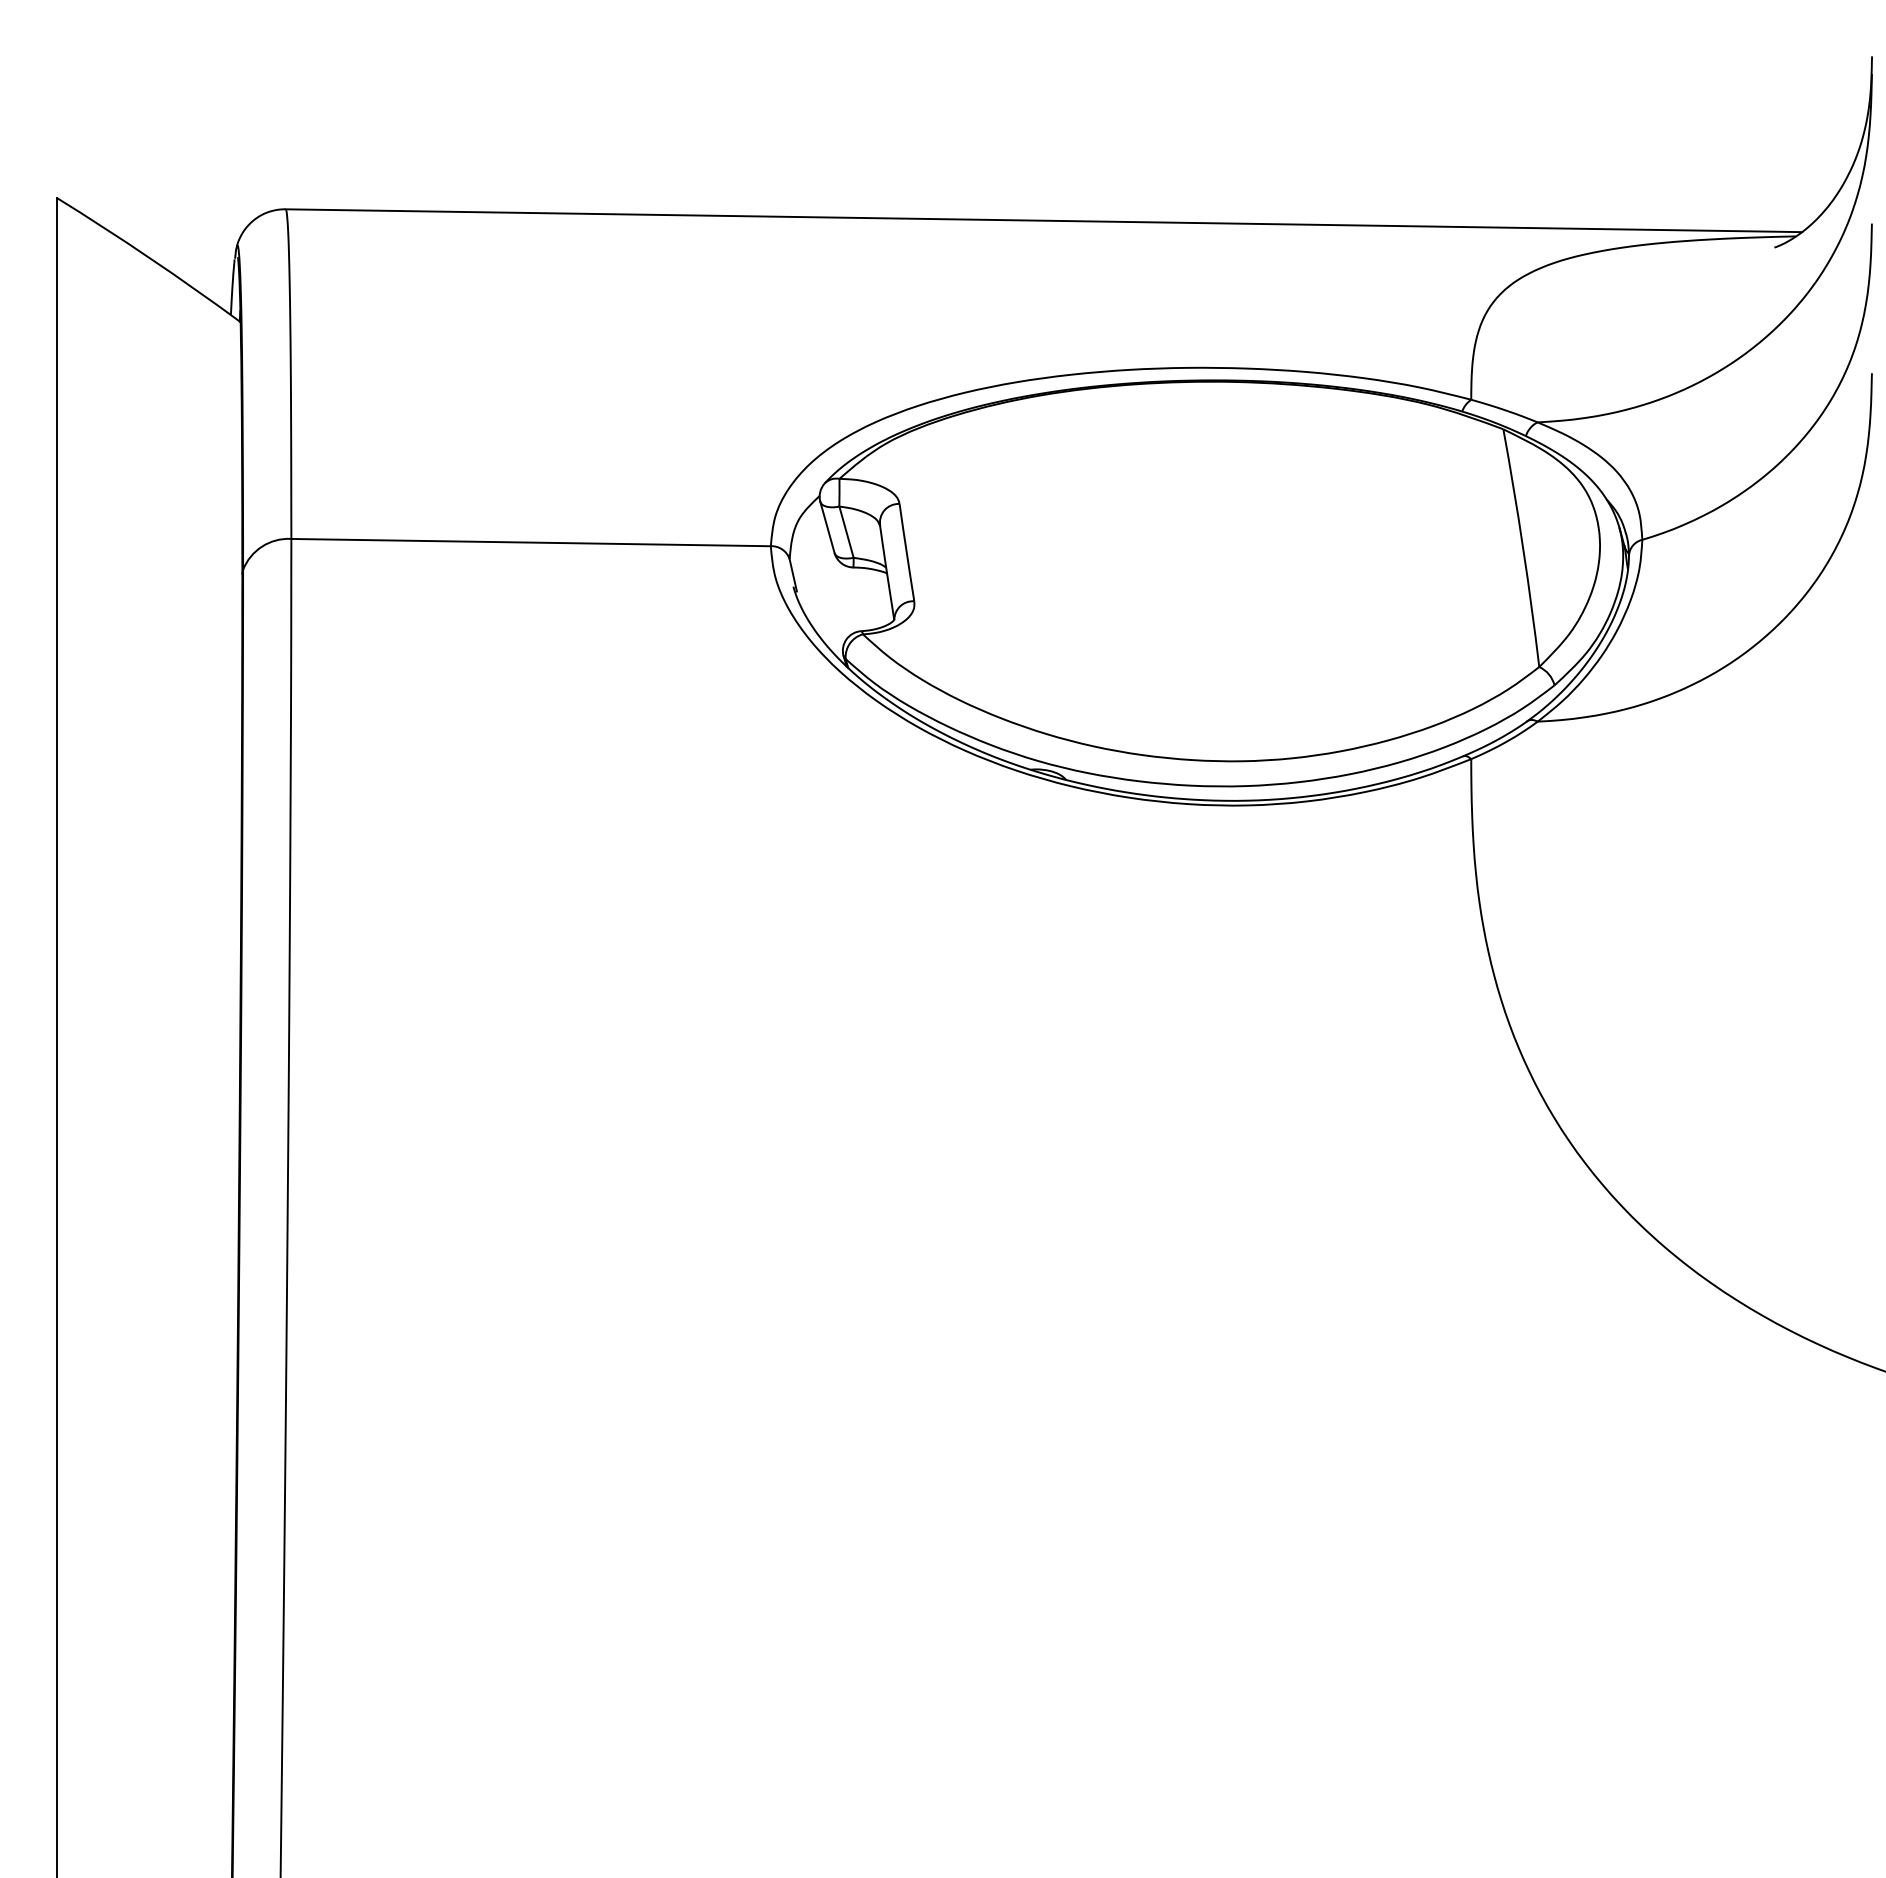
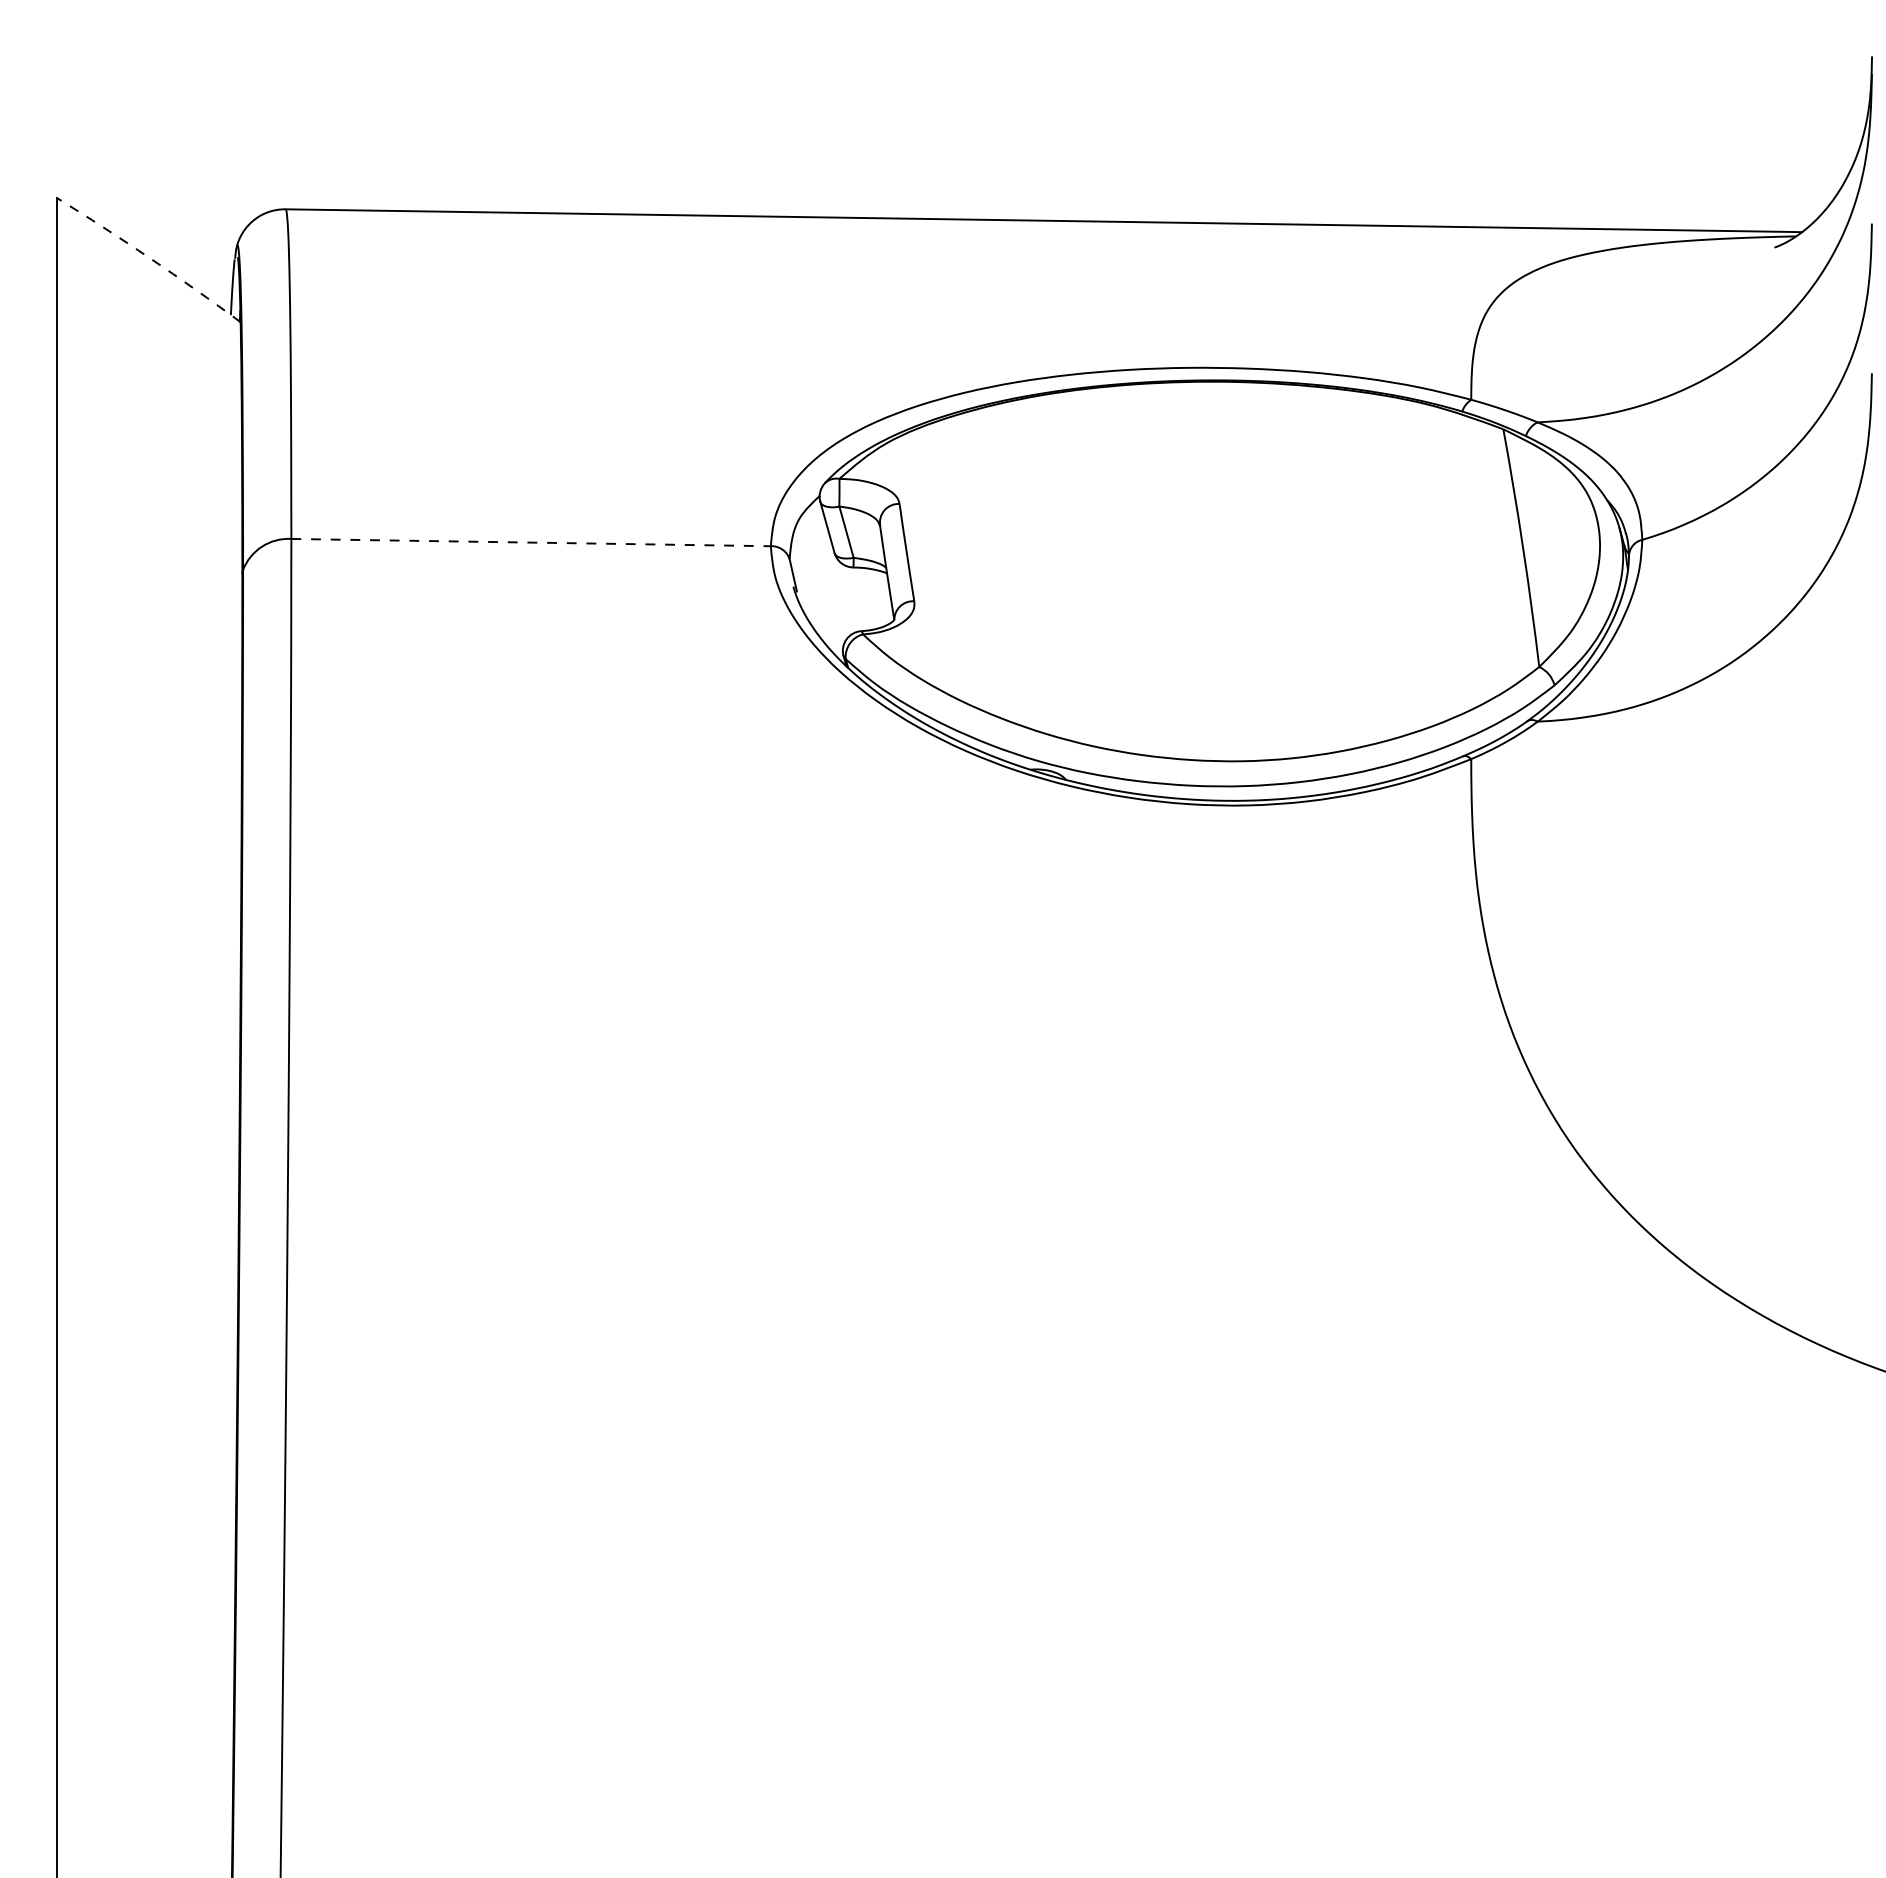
arc at (149, 258): solid -> dashed
line at (531, 542): solid -> dashed
